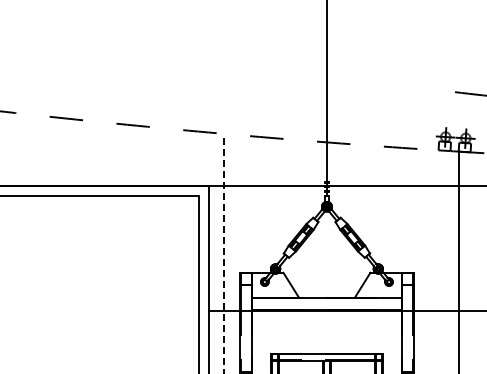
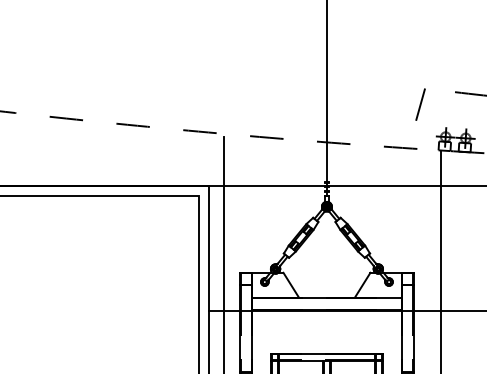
line at (420, 104): none -> present
line at (223, 254): dashed -> solid
line at (459, 260) position: (459, 260) -> (441, 260)
